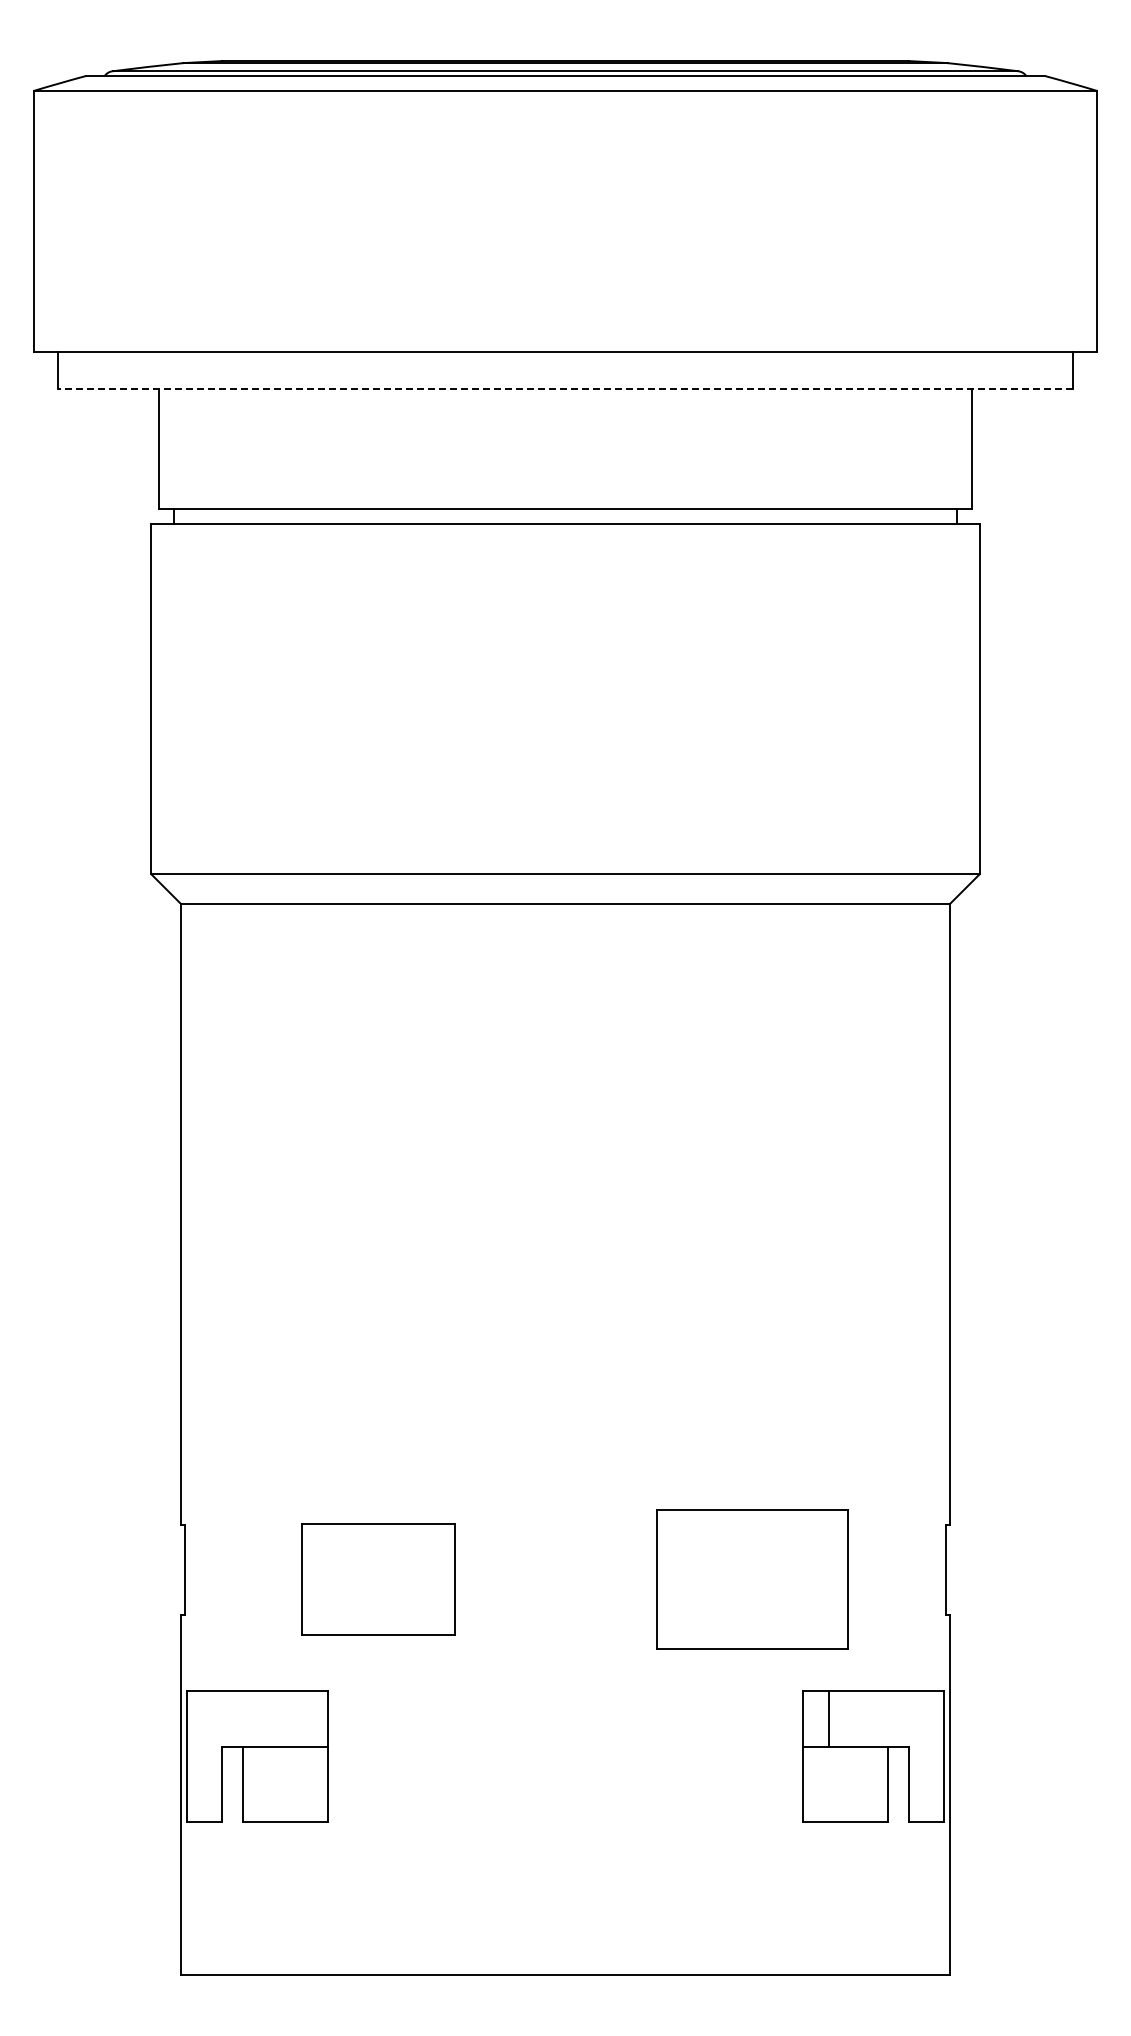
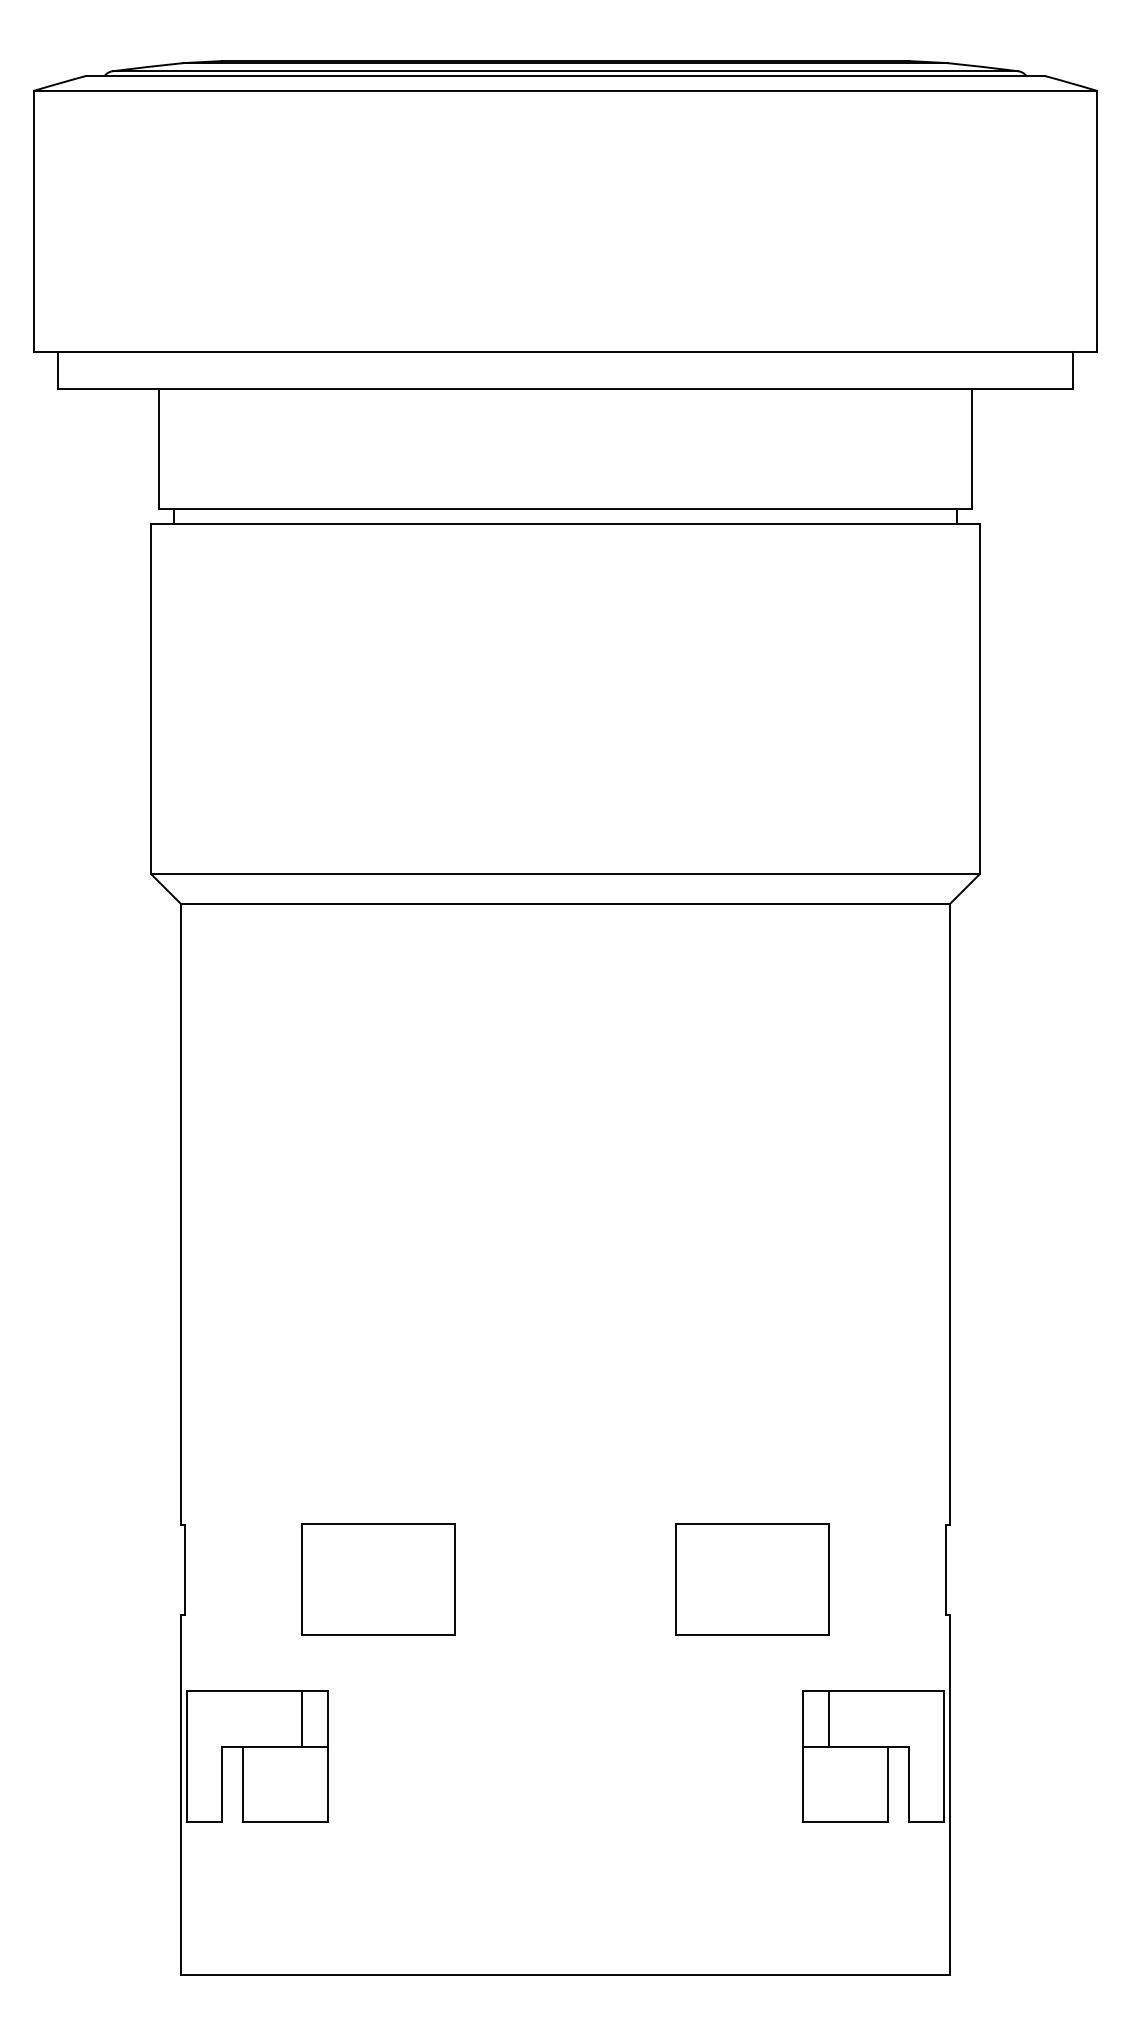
line at (565, 389): dashed -> solid
part at (752, 1579) size: 193x141 px -> 155x113 px
line at (302, 1719): none -> present
